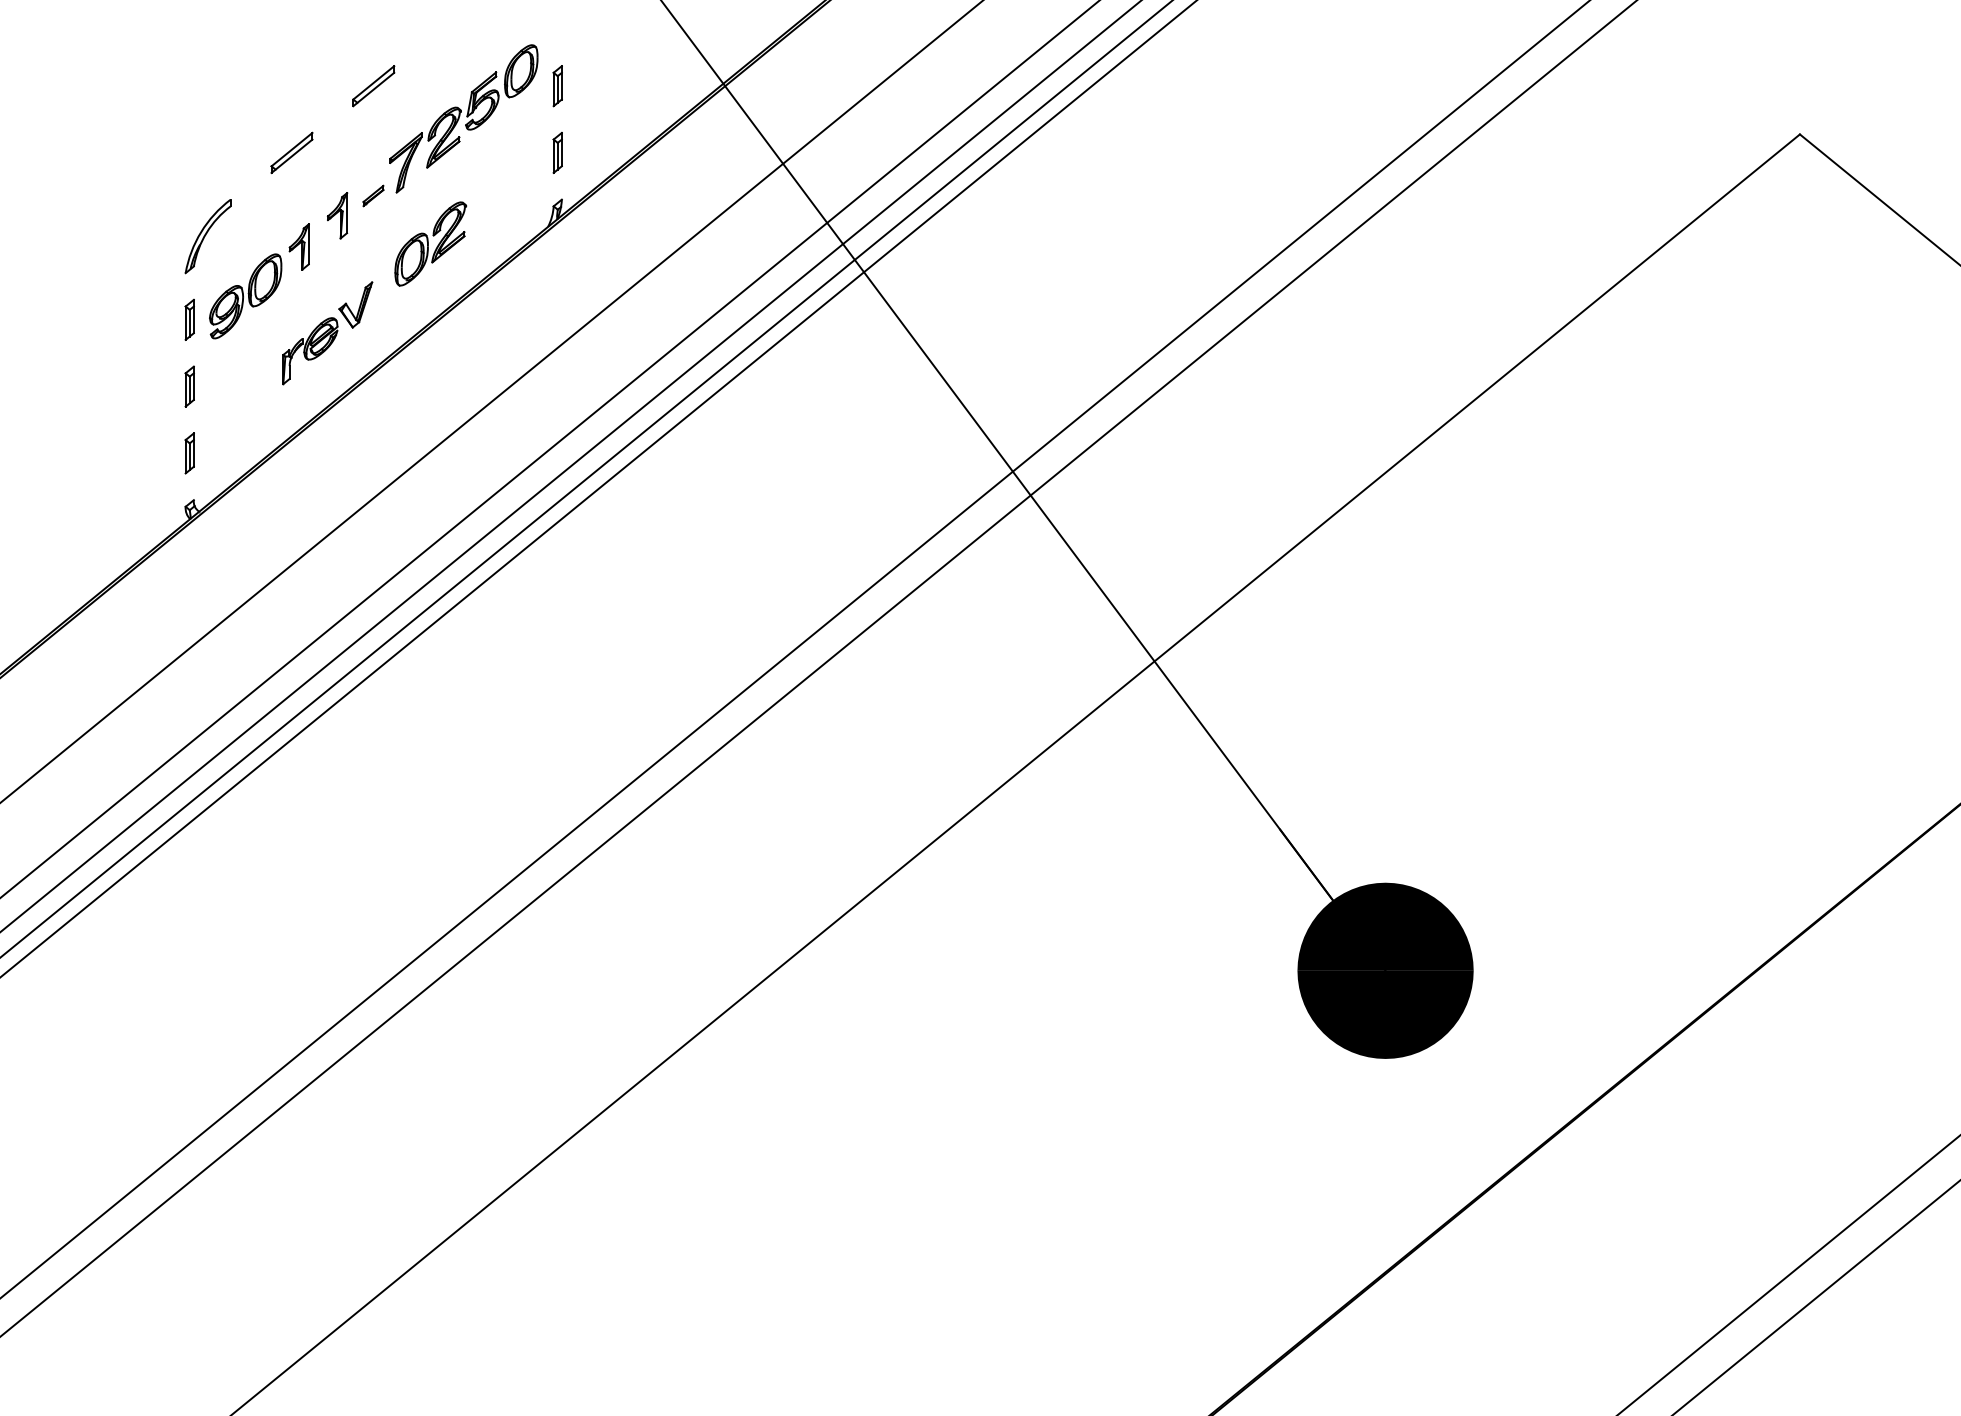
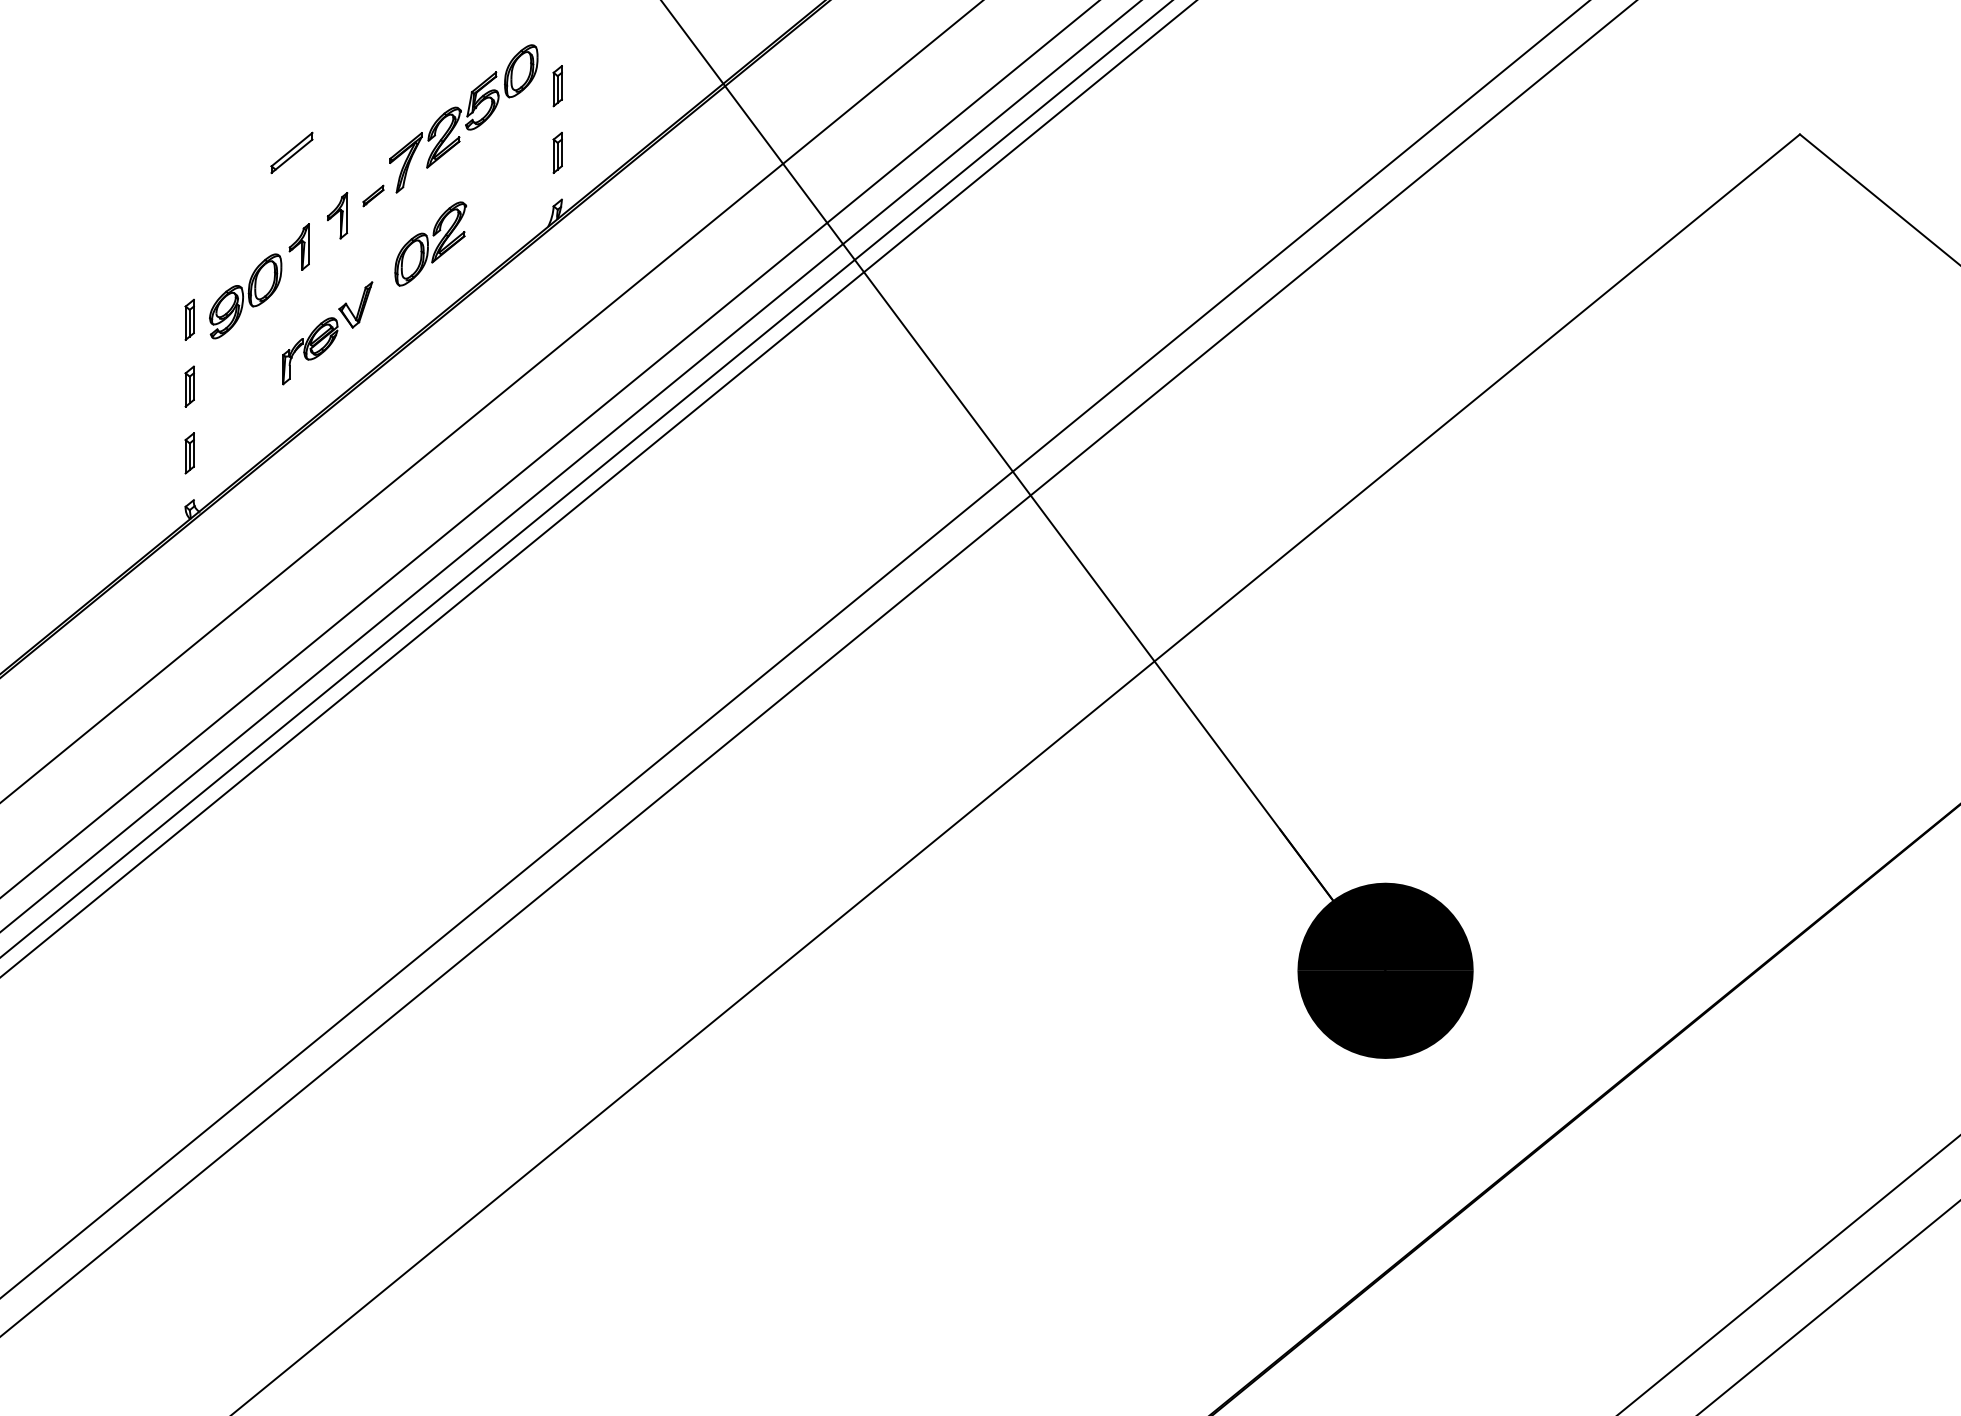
part at (373, 86): present -> none
part at (207, 236): present -> none
line at (1816, 1297) position: (1816, 1297) -> (1828, 1307)
